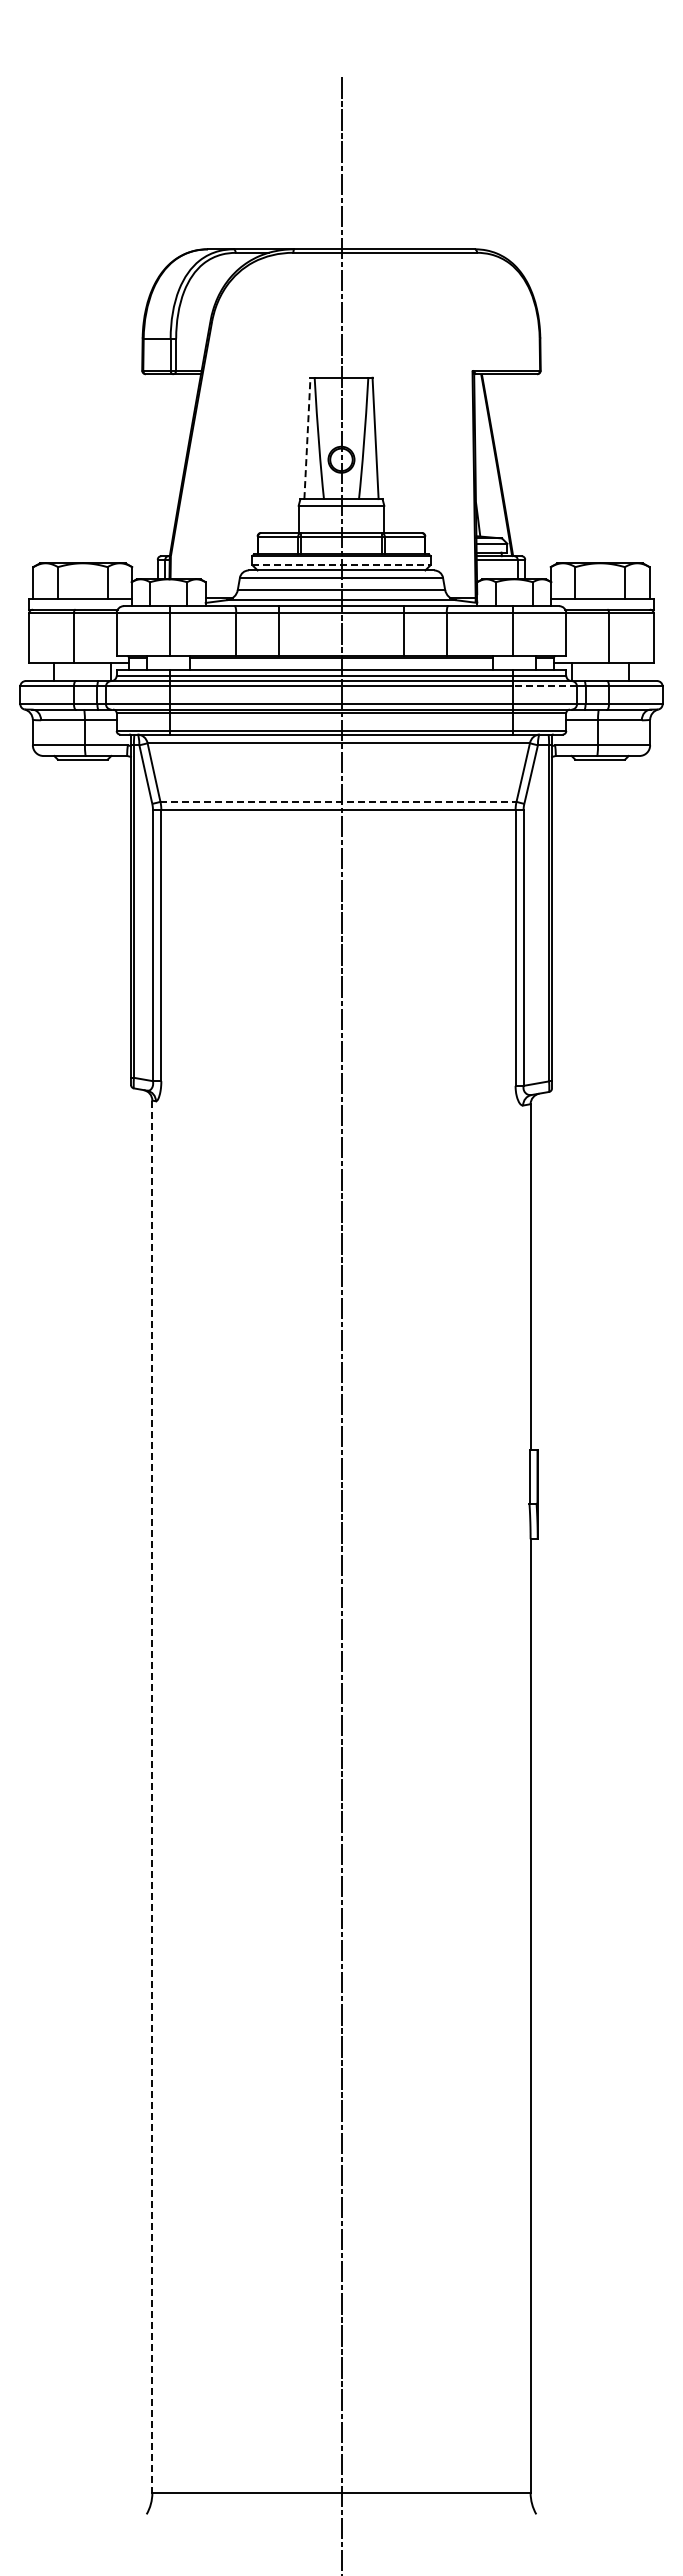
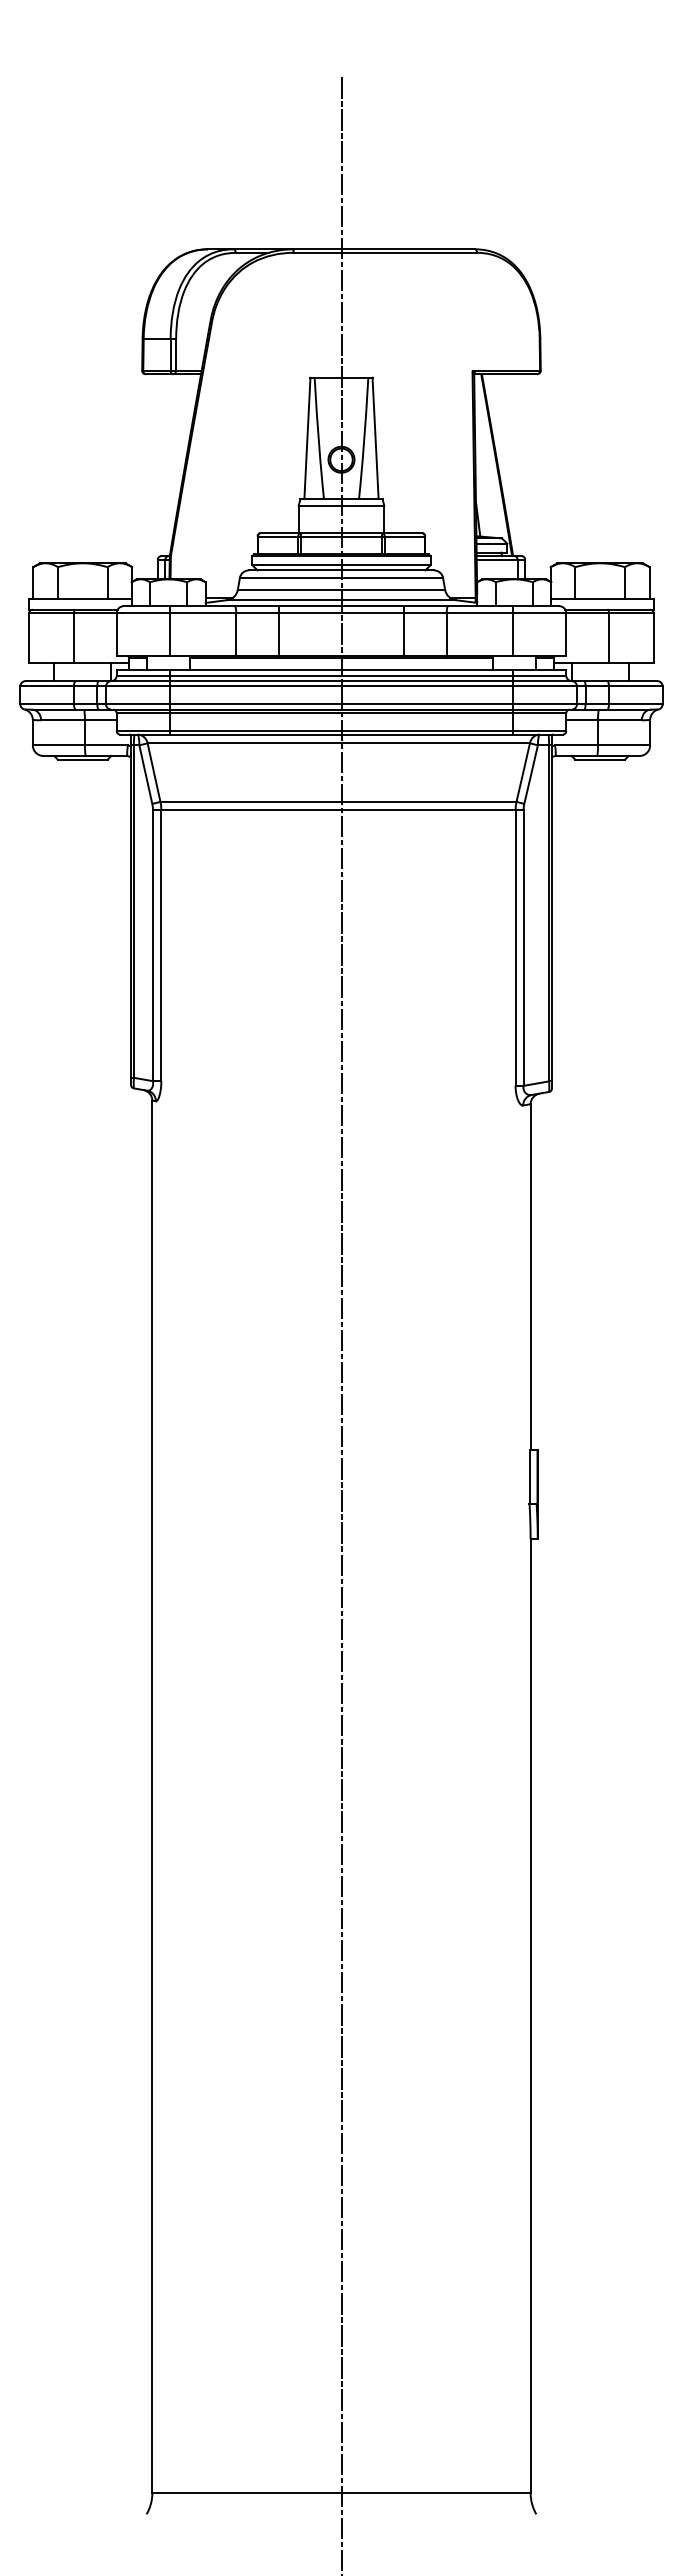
line at (307, 438): dashed -> solid
line at (342, 565): dashed -> solid
line at (544, 686): dashed -> solid
line at (338, 801): dashed -> solid
line at (152, 1797): dashed -> solid
